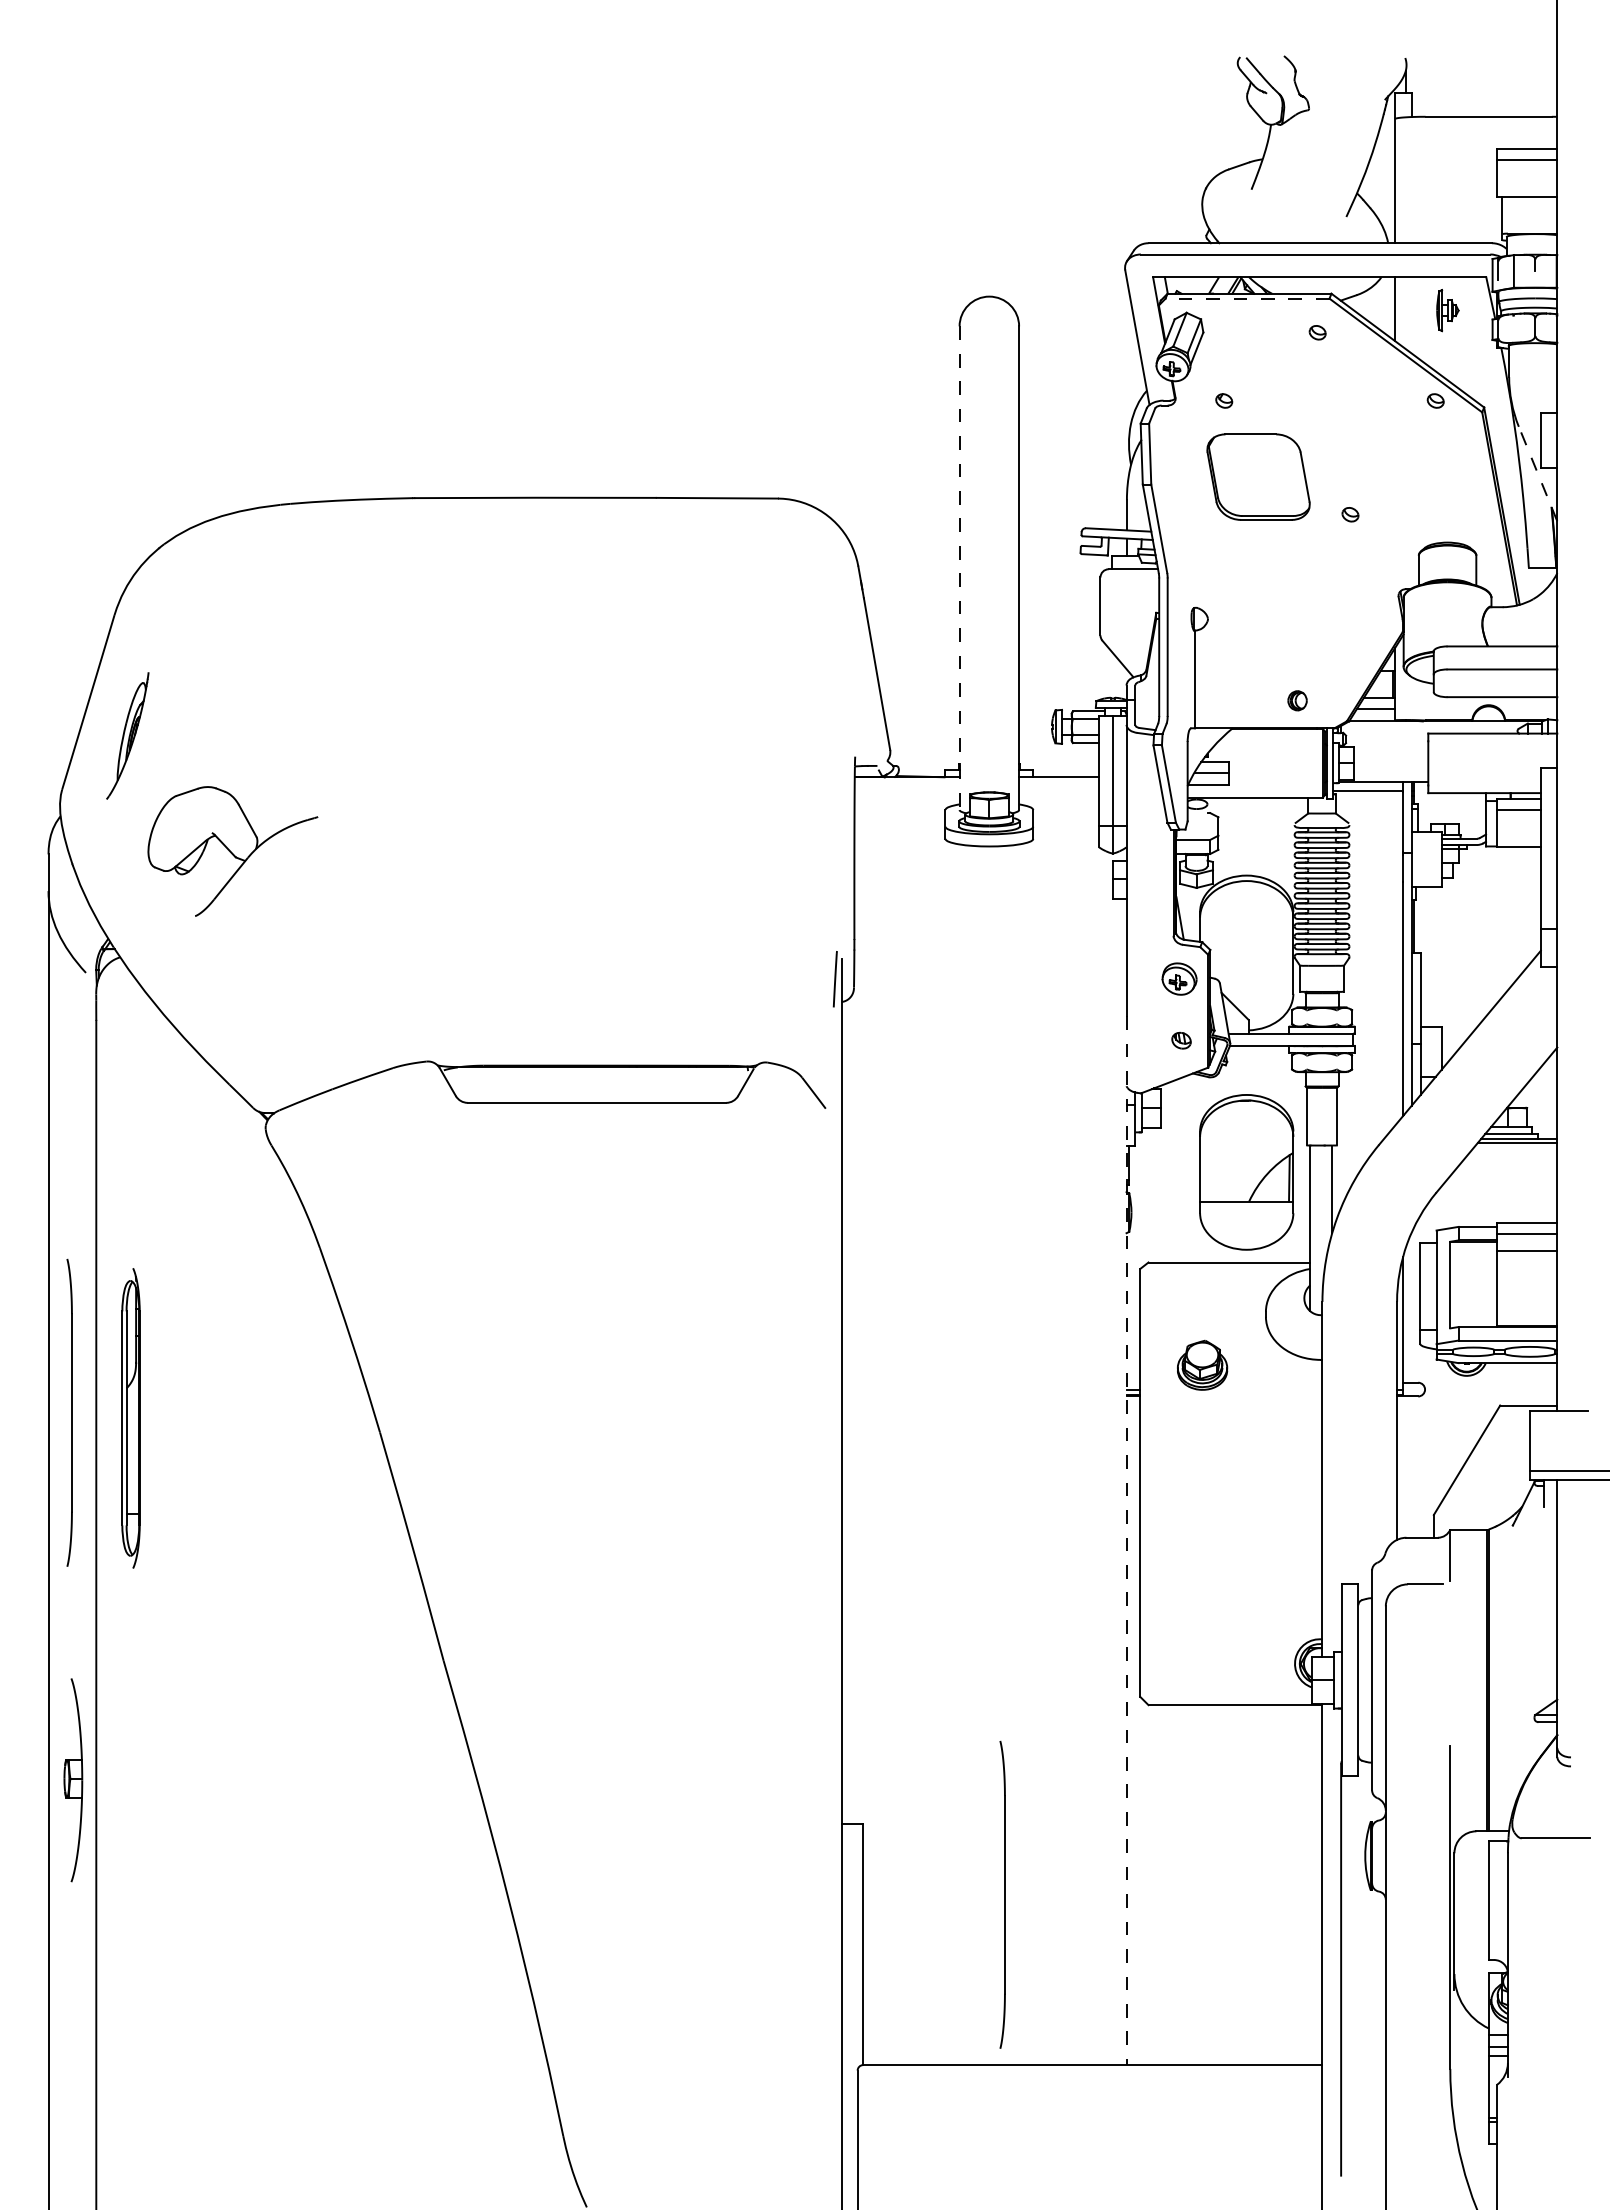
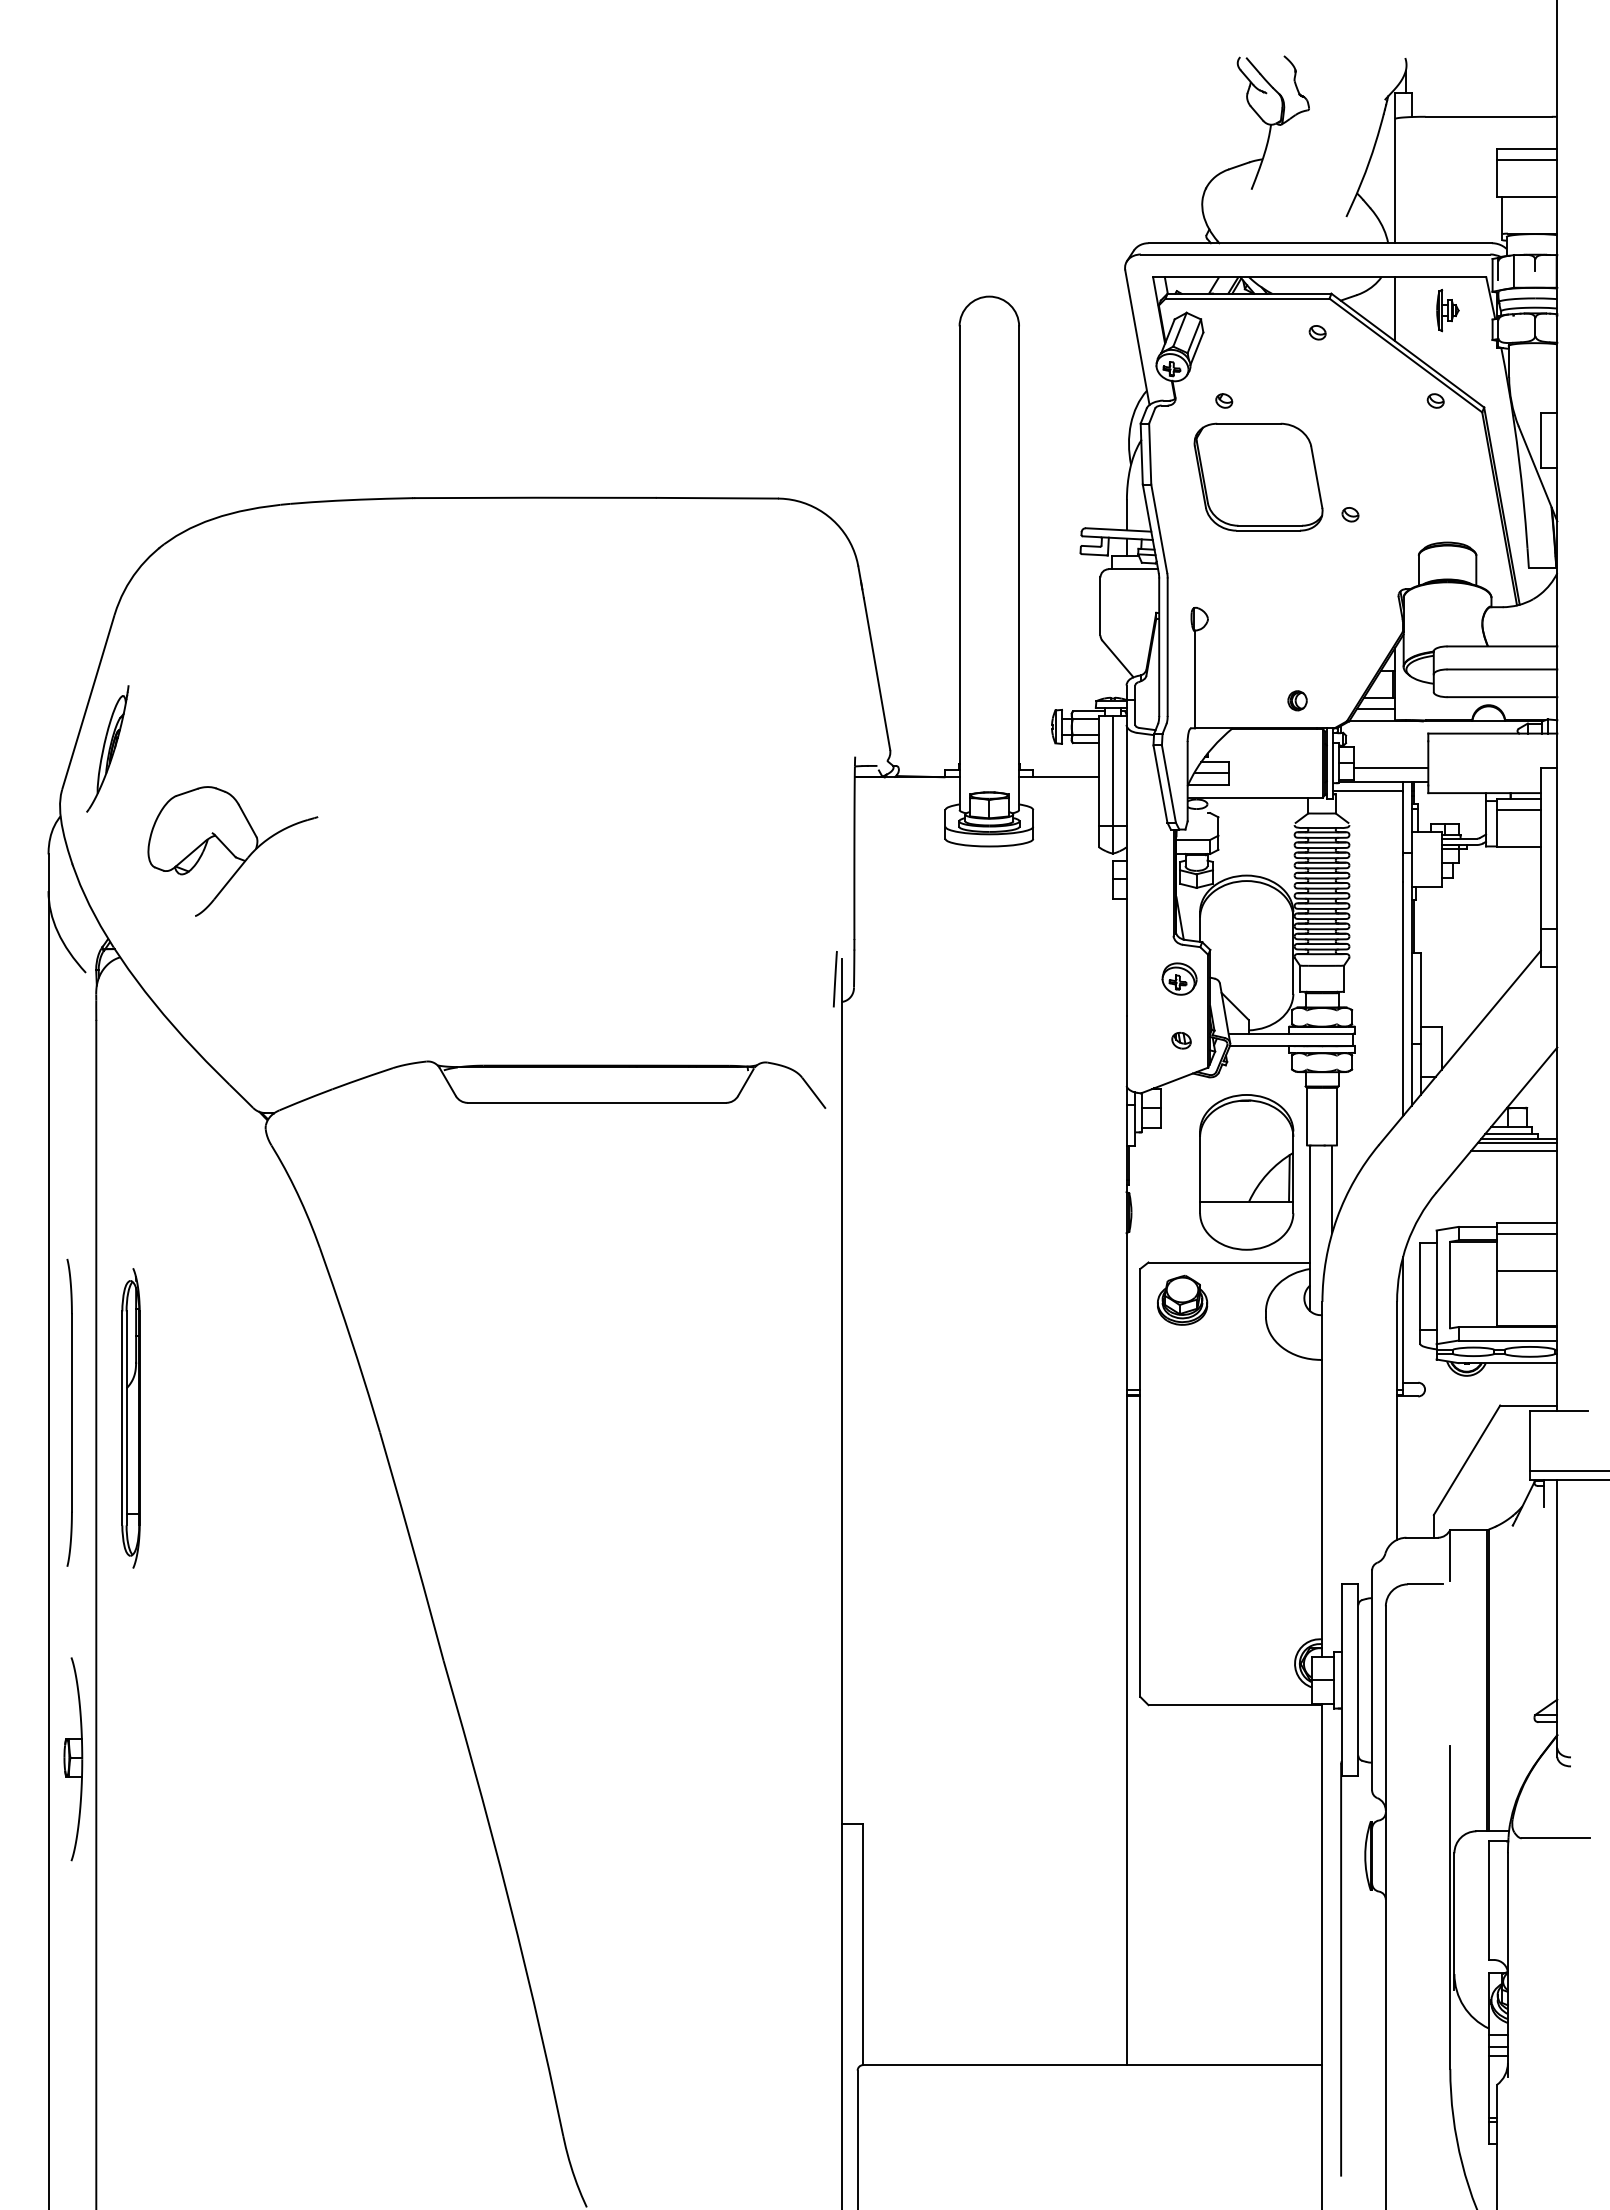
line at (1247, 298): dashed -> solid
line at (1537, 473): dashed -> solid
part at (1258, 476) size: 105x88 px -> 131x110 px
line at (959, 568): dashed -> solid
part at (127, 735) position: (127, 735) -> (107, 748)
line at (1390, 768): none -> present
line at (1513, 1151): none -> present
line at (1526, 1251) position: (1526, 1251) -> (1526, 1271)
part at (1202, 1364) position: (1202, 1364) -> (1182, 1299)
line at (1126, 1541): dashed -> solid
part at (73, 1780) position: (73, 1780) -> (73, 1759)
part at (1002, 1894): present -> none
